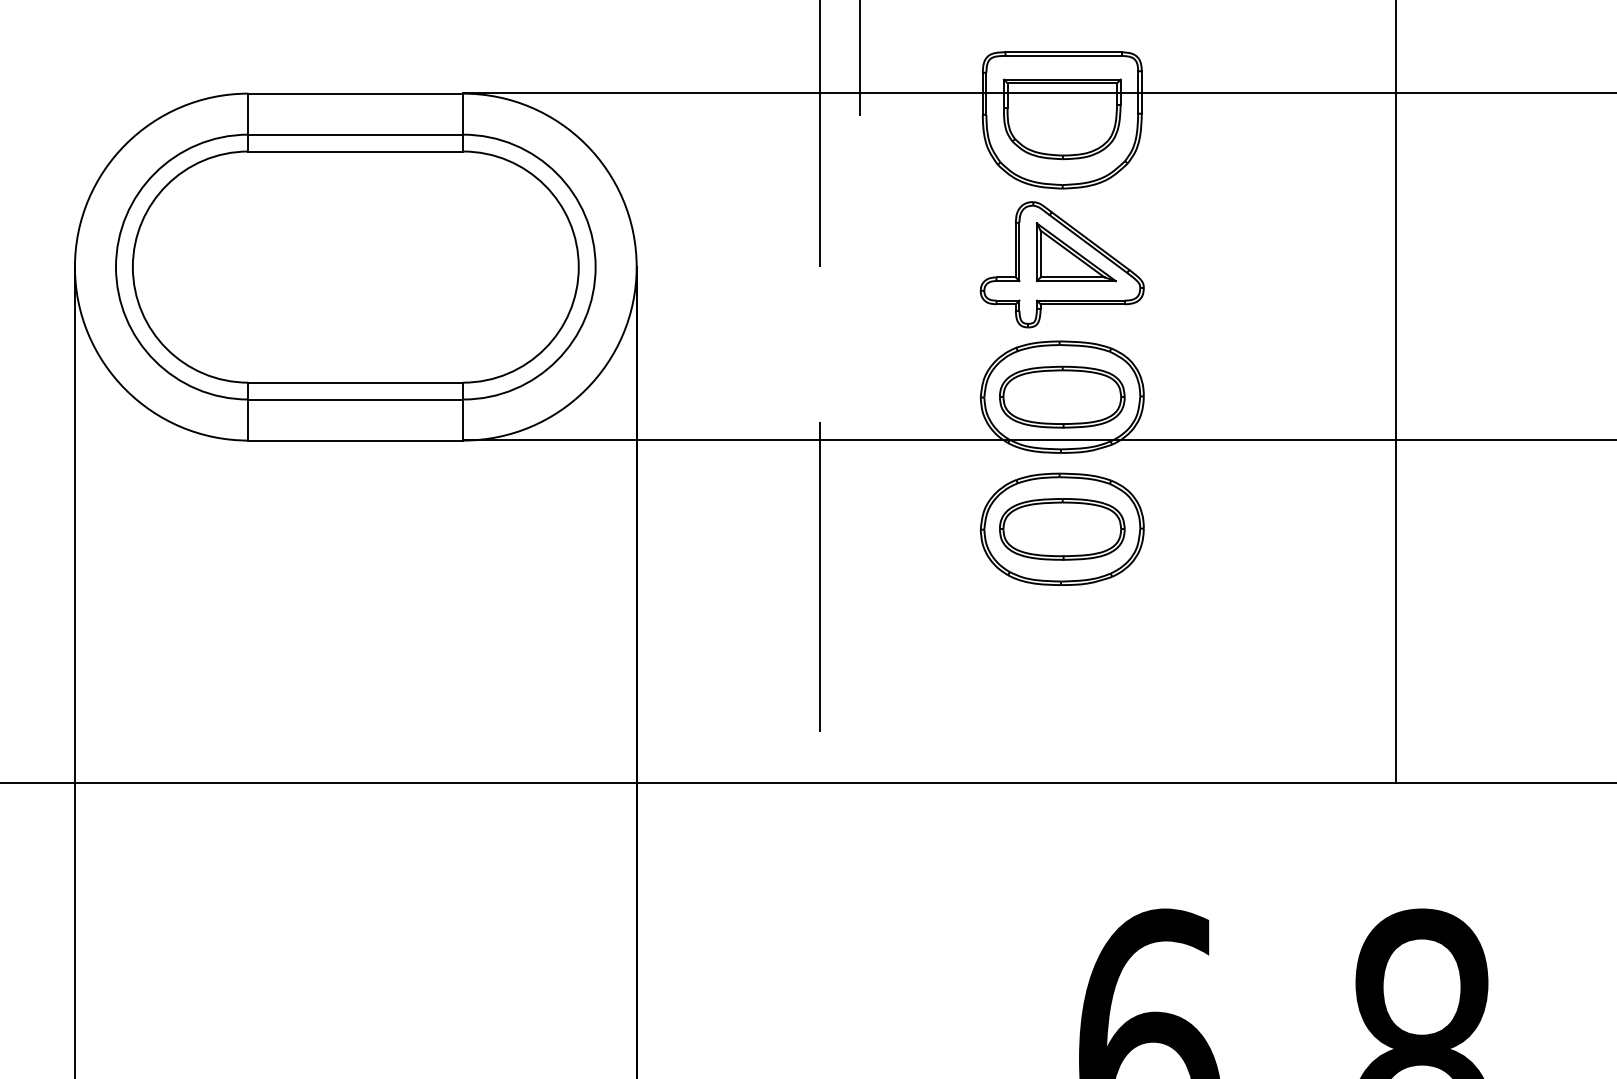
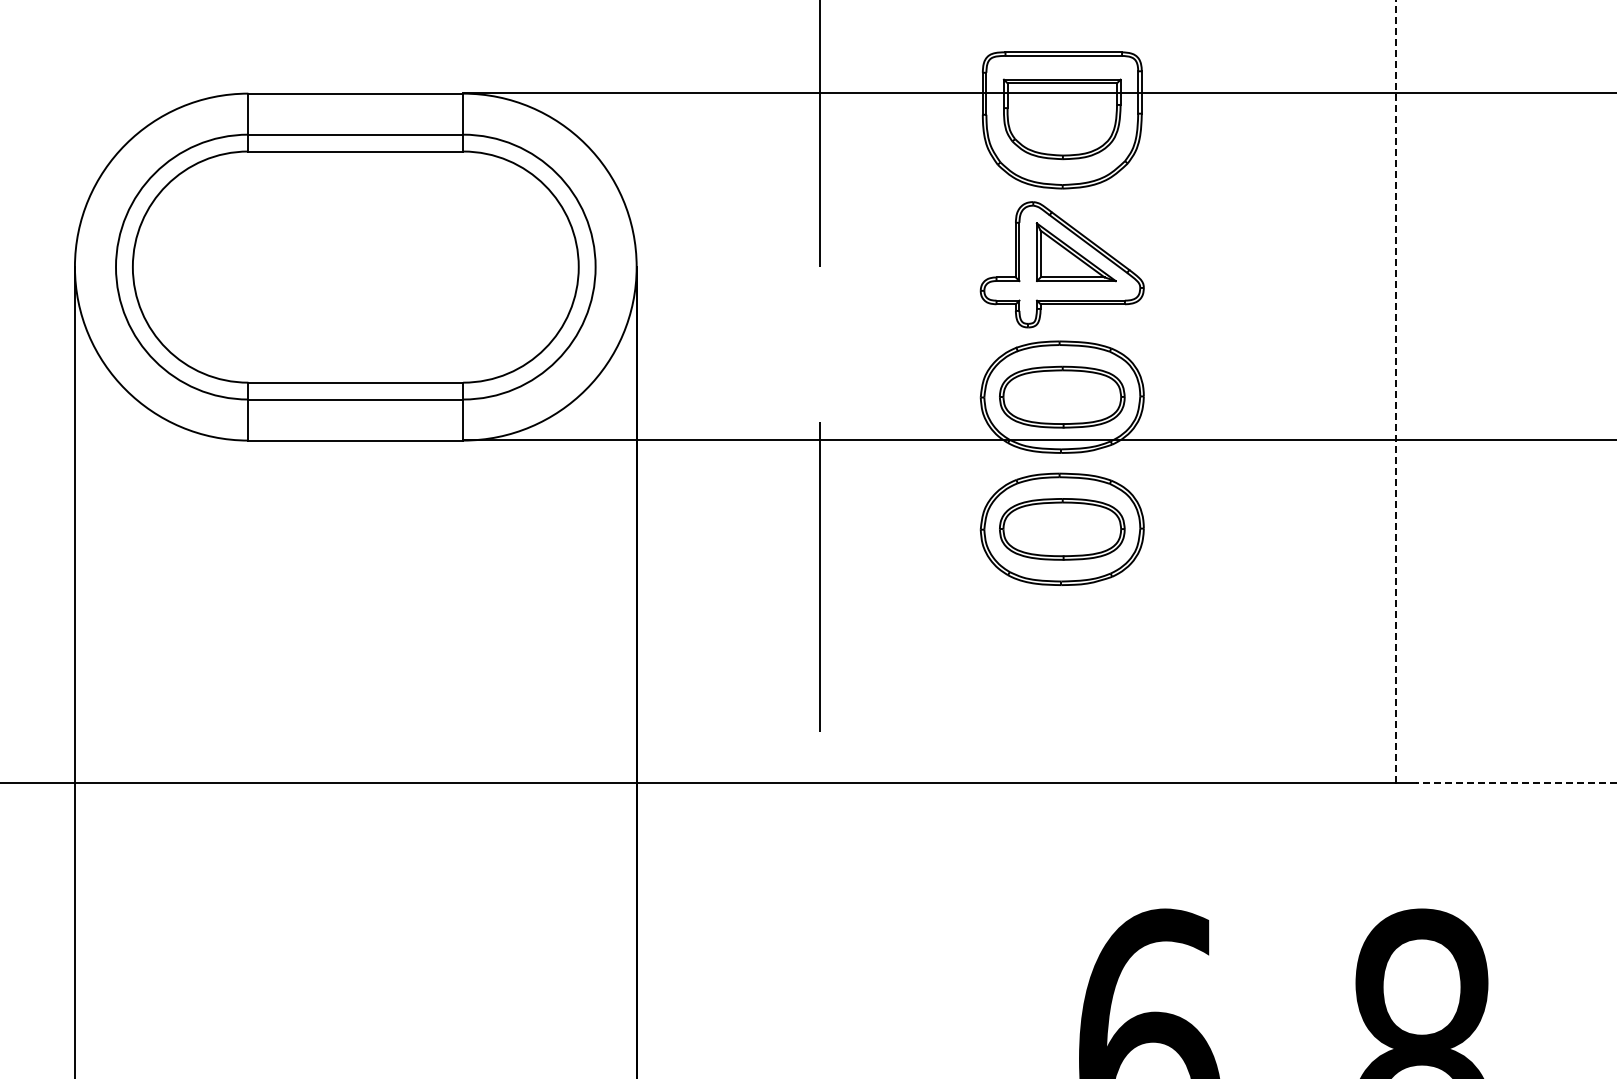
line at (859, 58): present -> none
line at (1395, 392): solid -> dashed
line at (1516, 783): solid -> dashed
